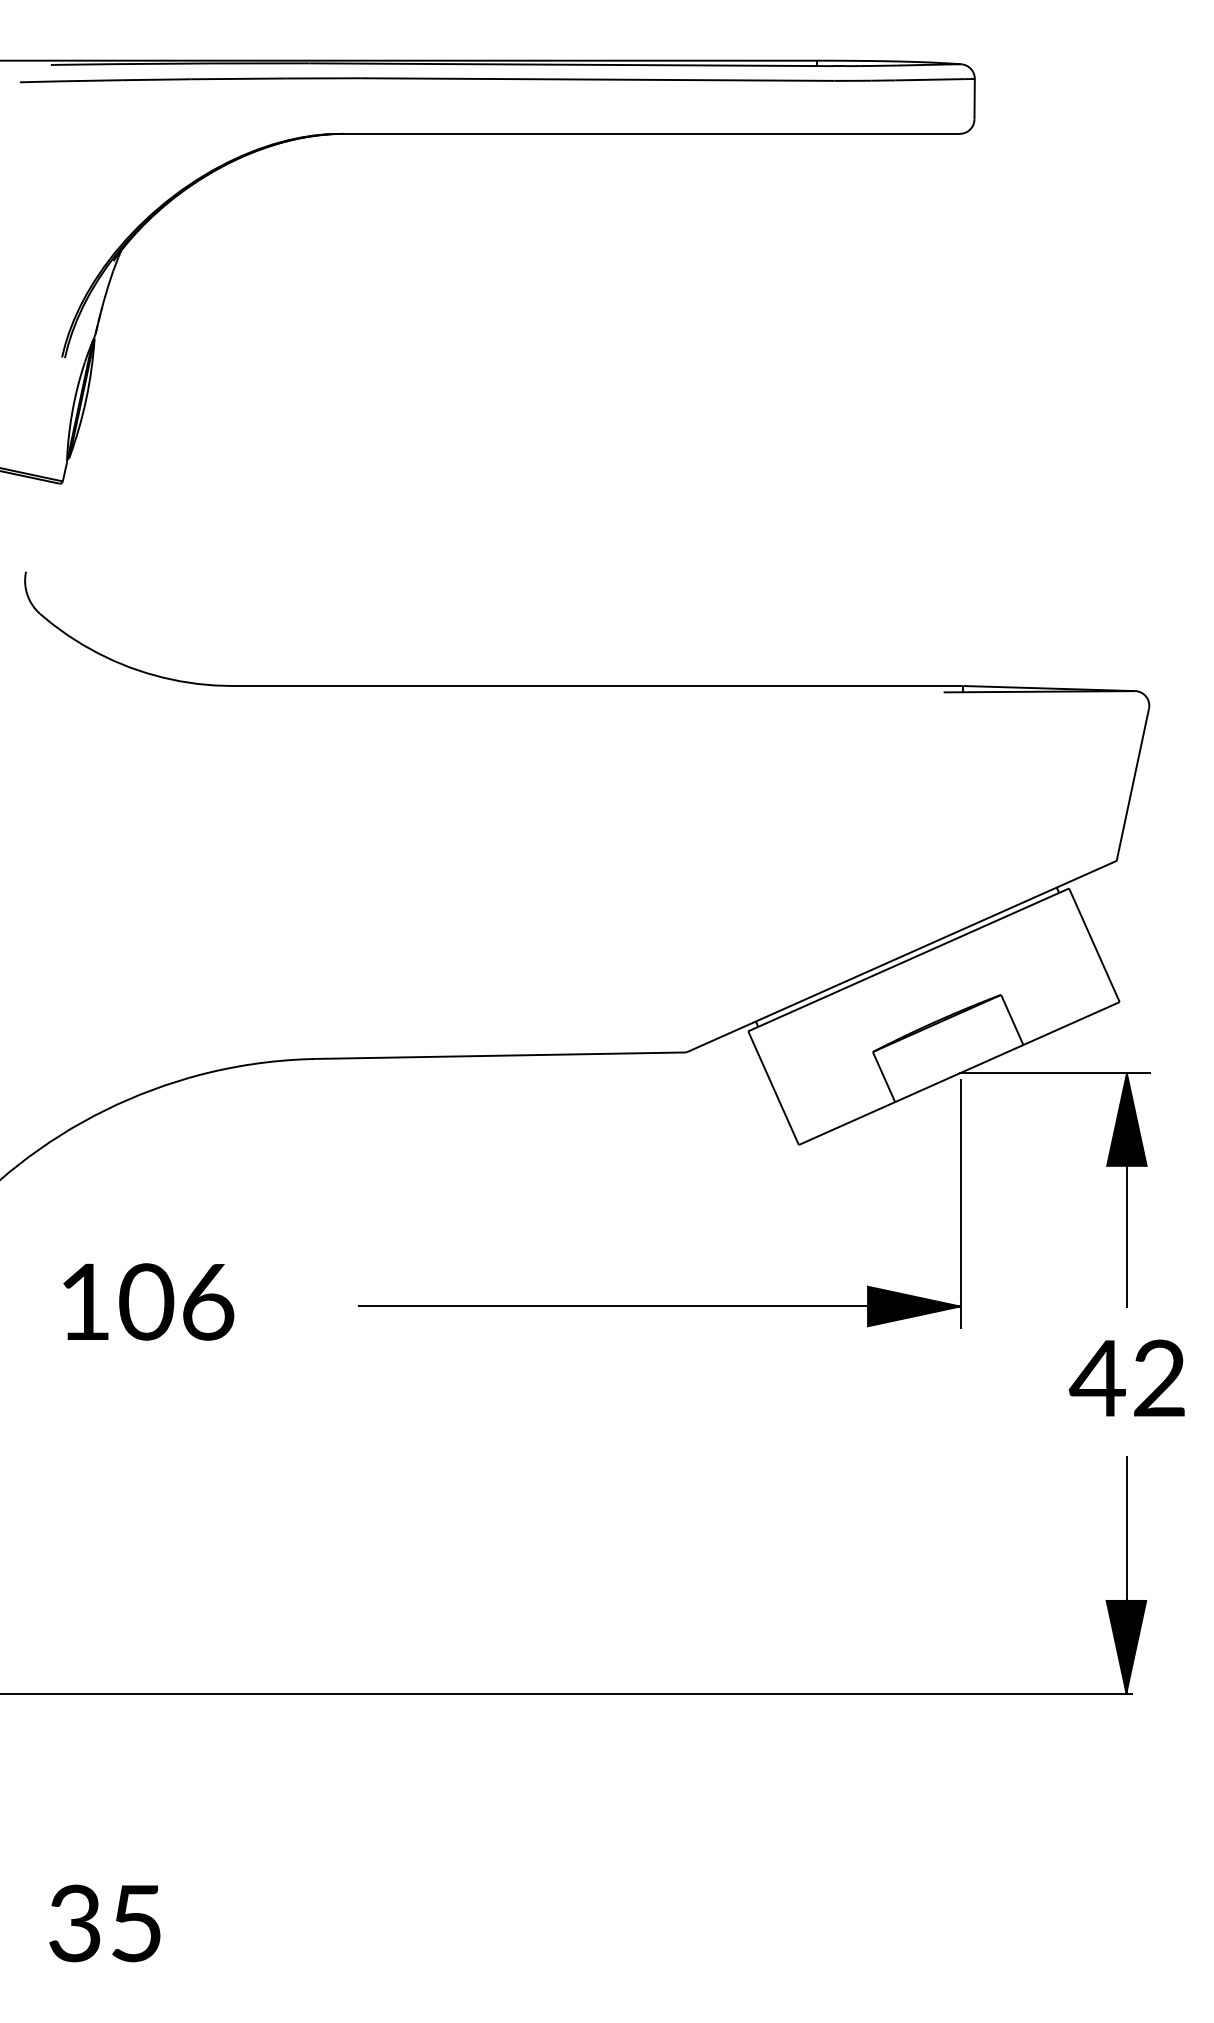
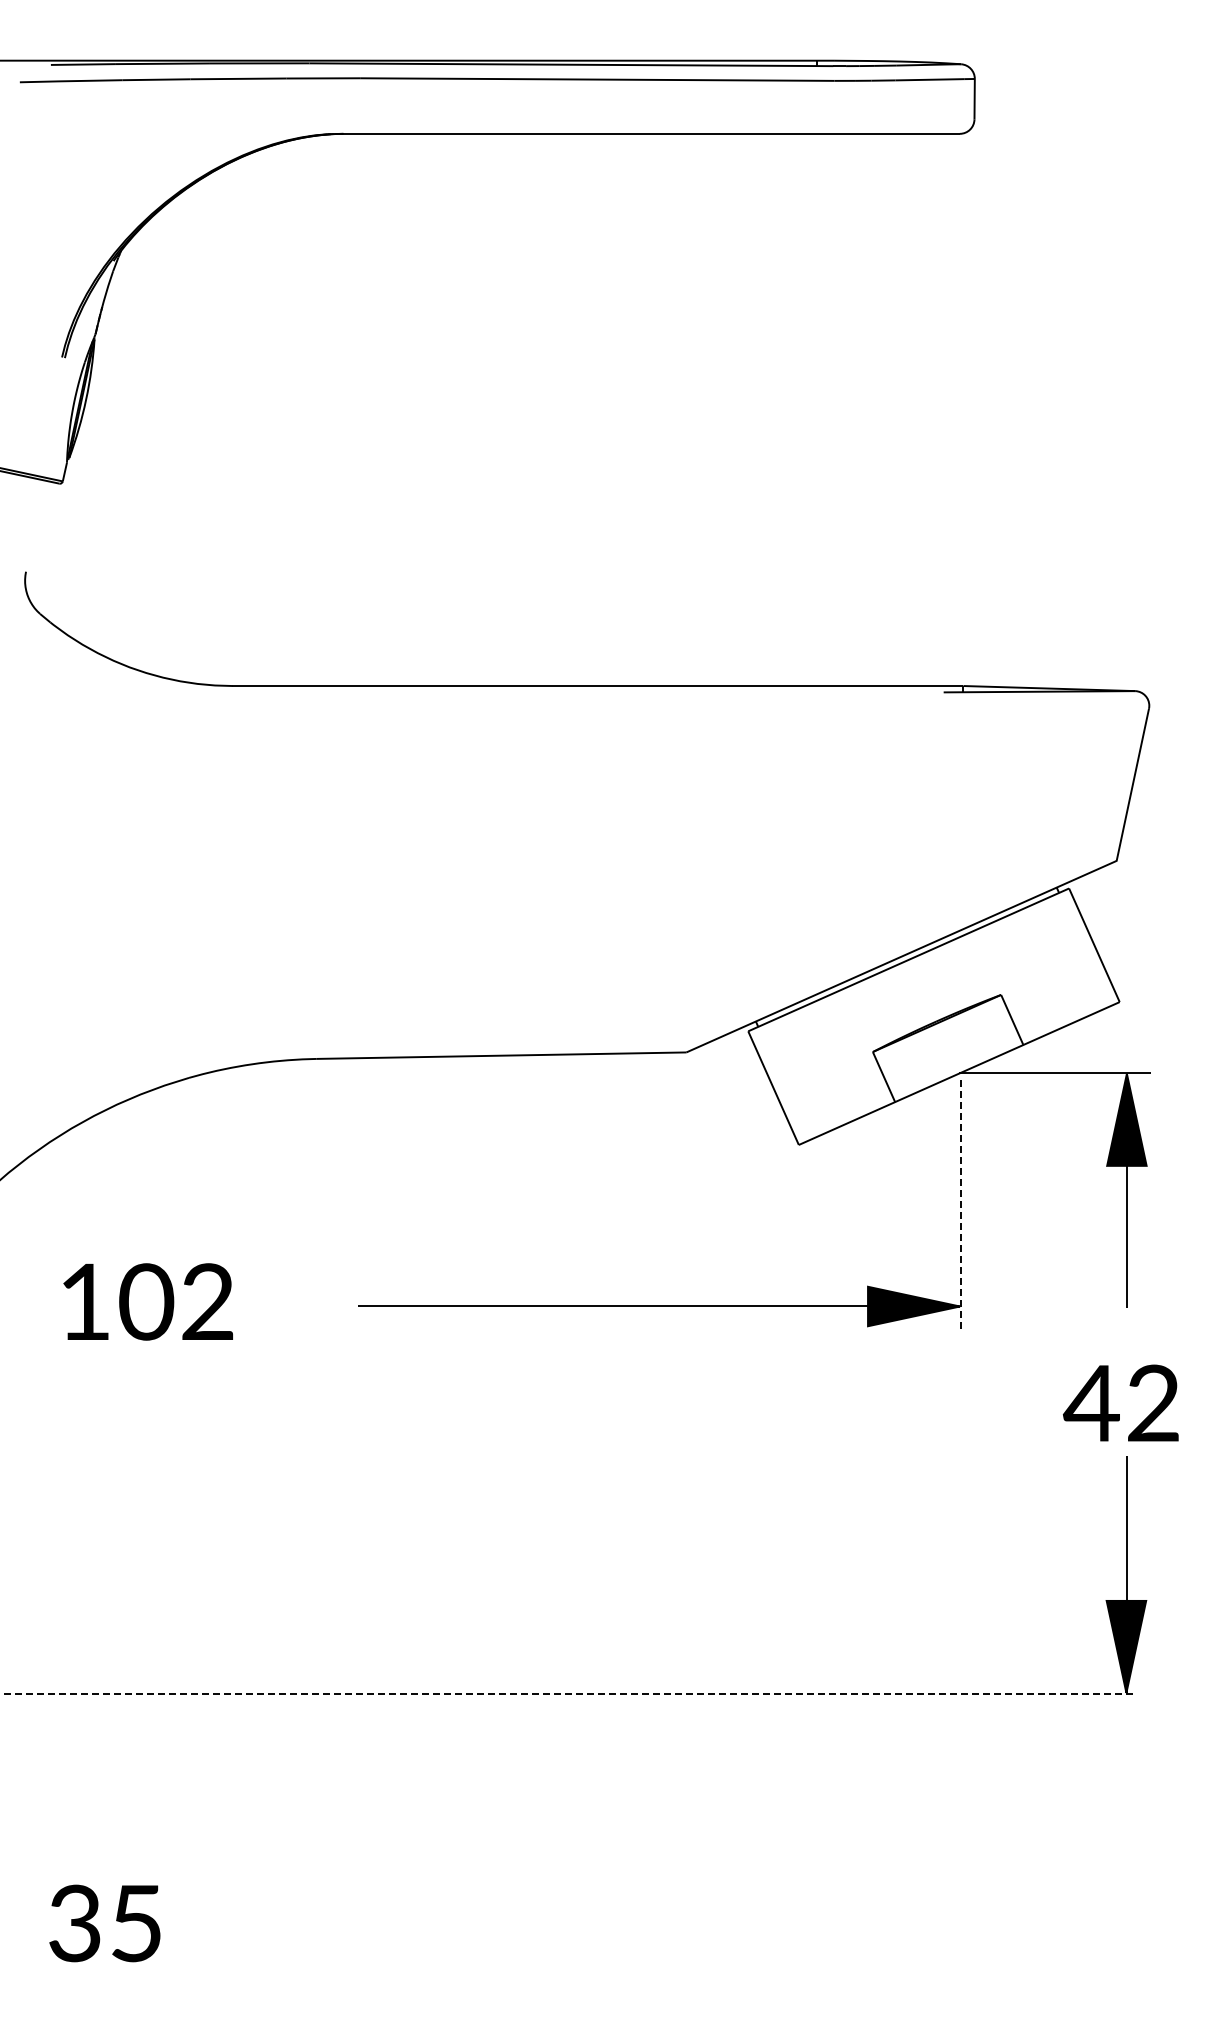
line at (960, 1203): solid -> dashed
text at (208, 1301): 106 -> 102
text at (1126, 1377) position: (1126, 1377) -> (1120, 1402)
line at (566, 1693): solid -> dashed
